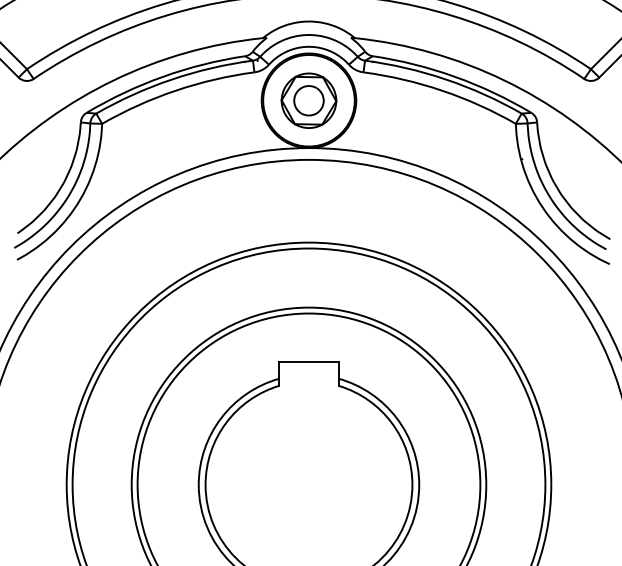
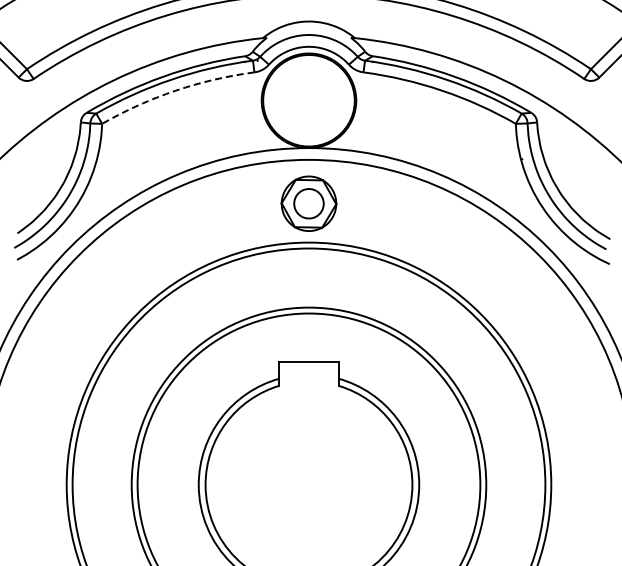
arc at (175, 90): solid -> dashed
part at (308, 100) position: (308, 100) -> (308, 203)
